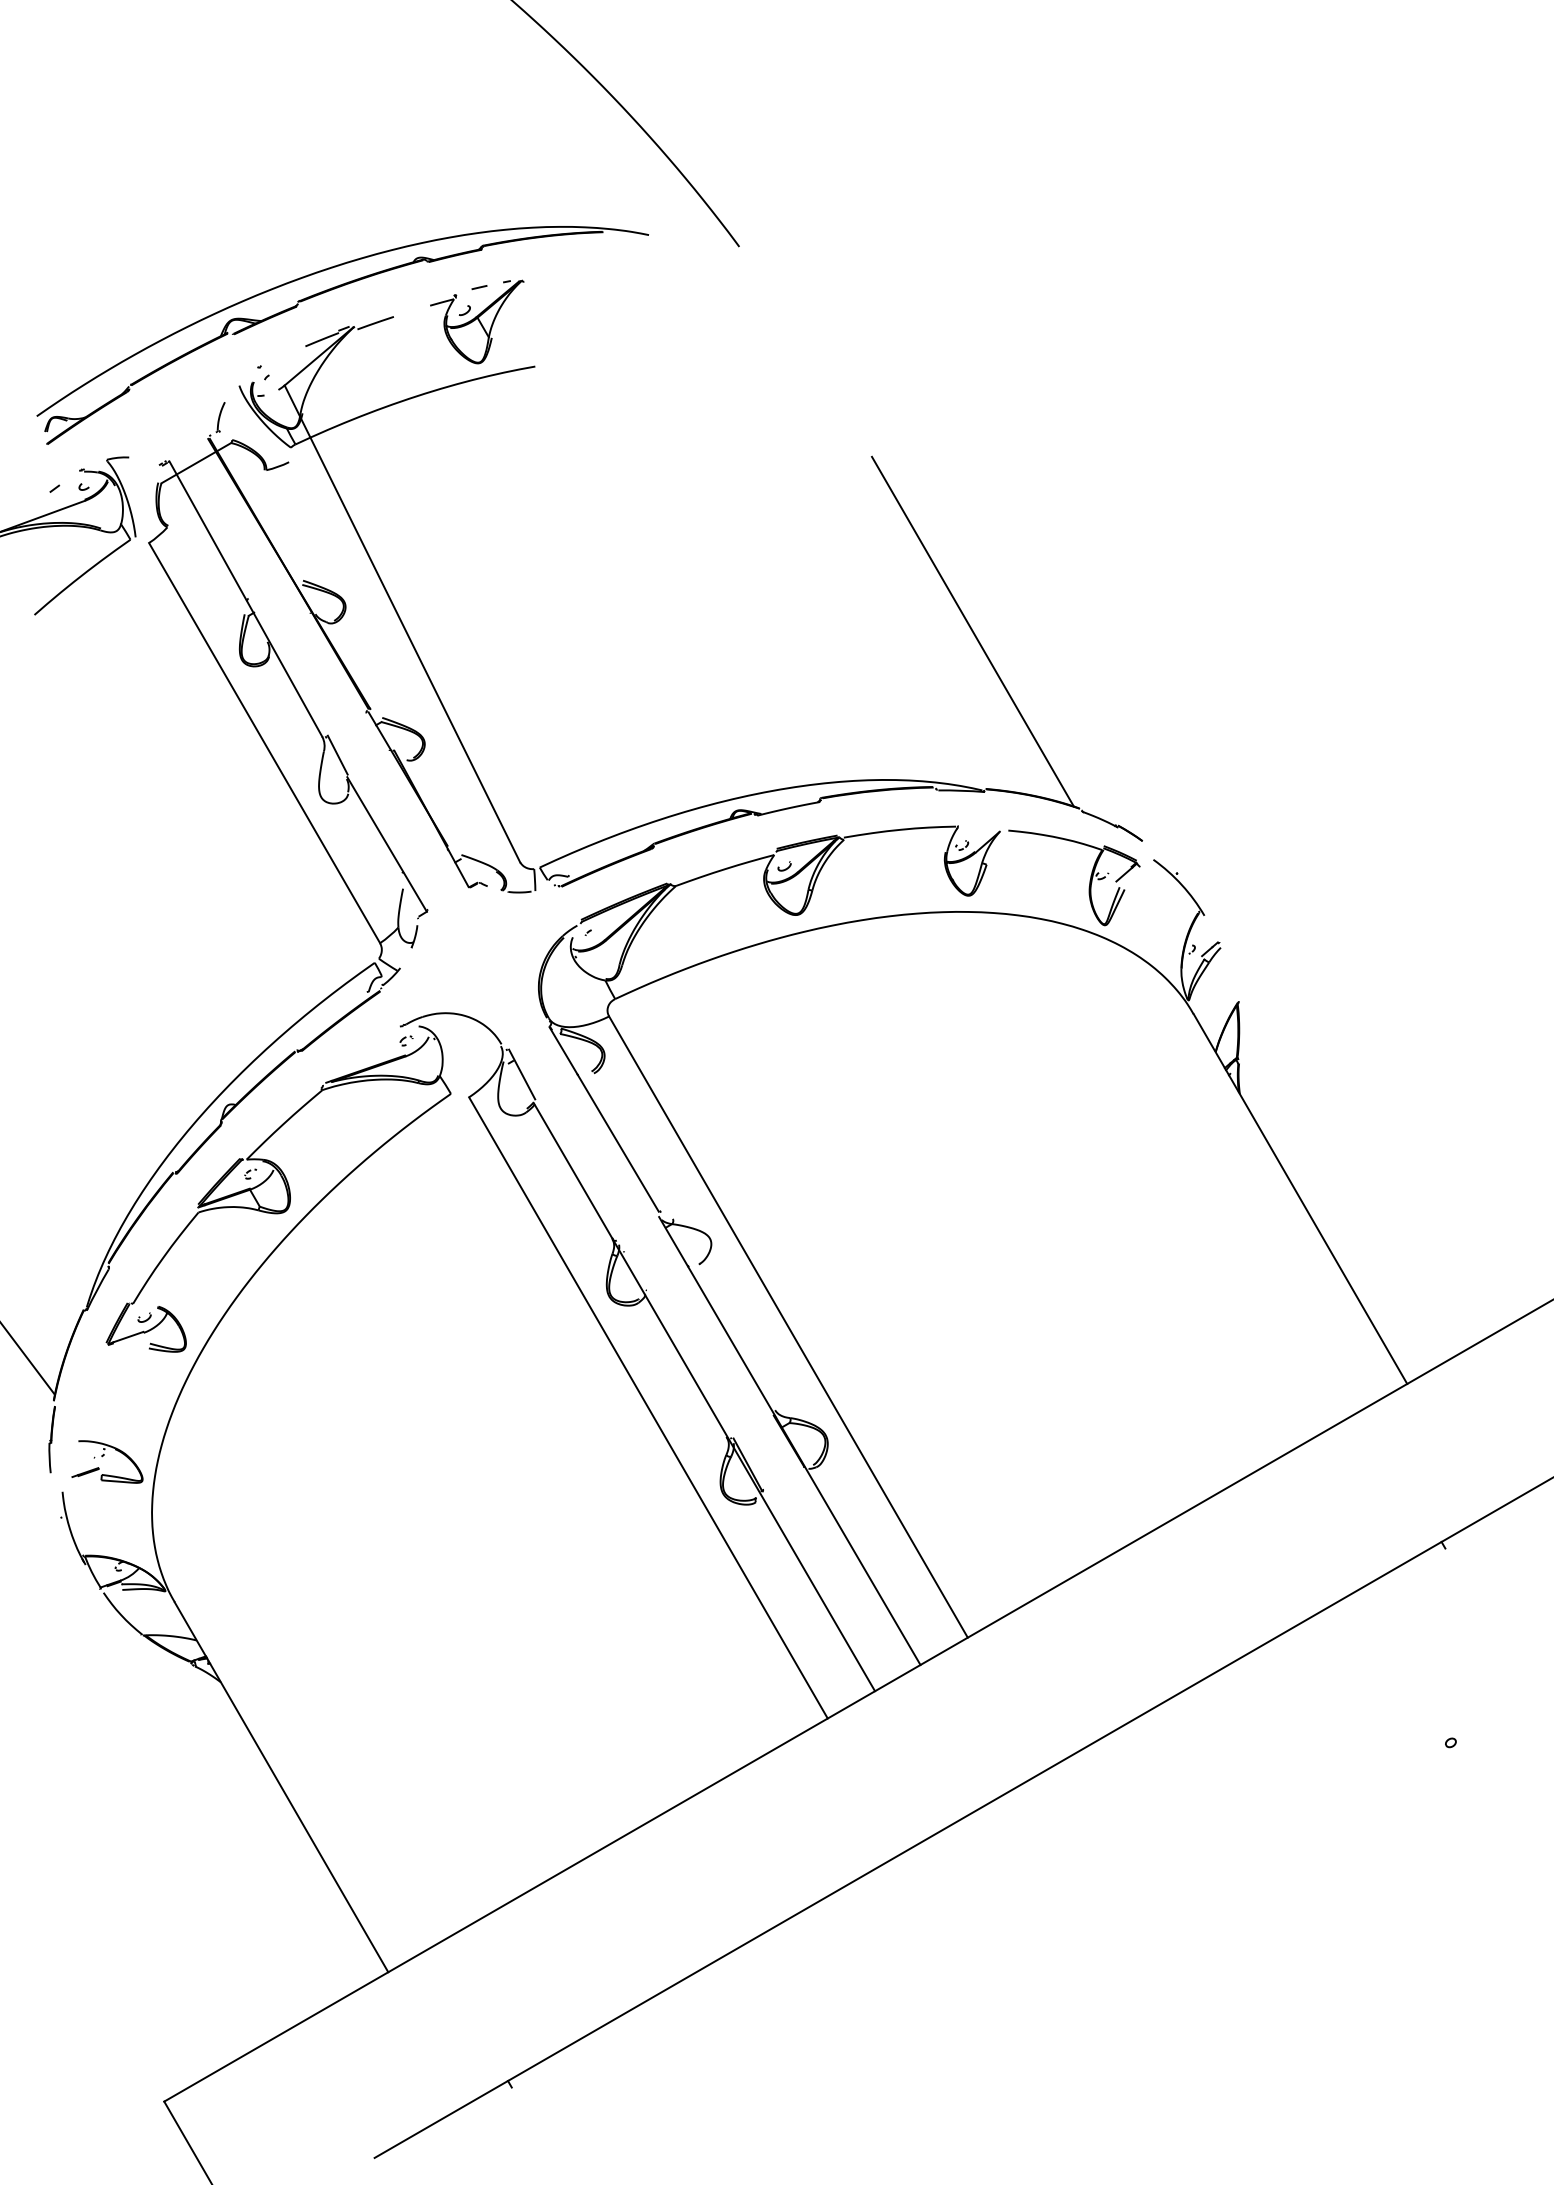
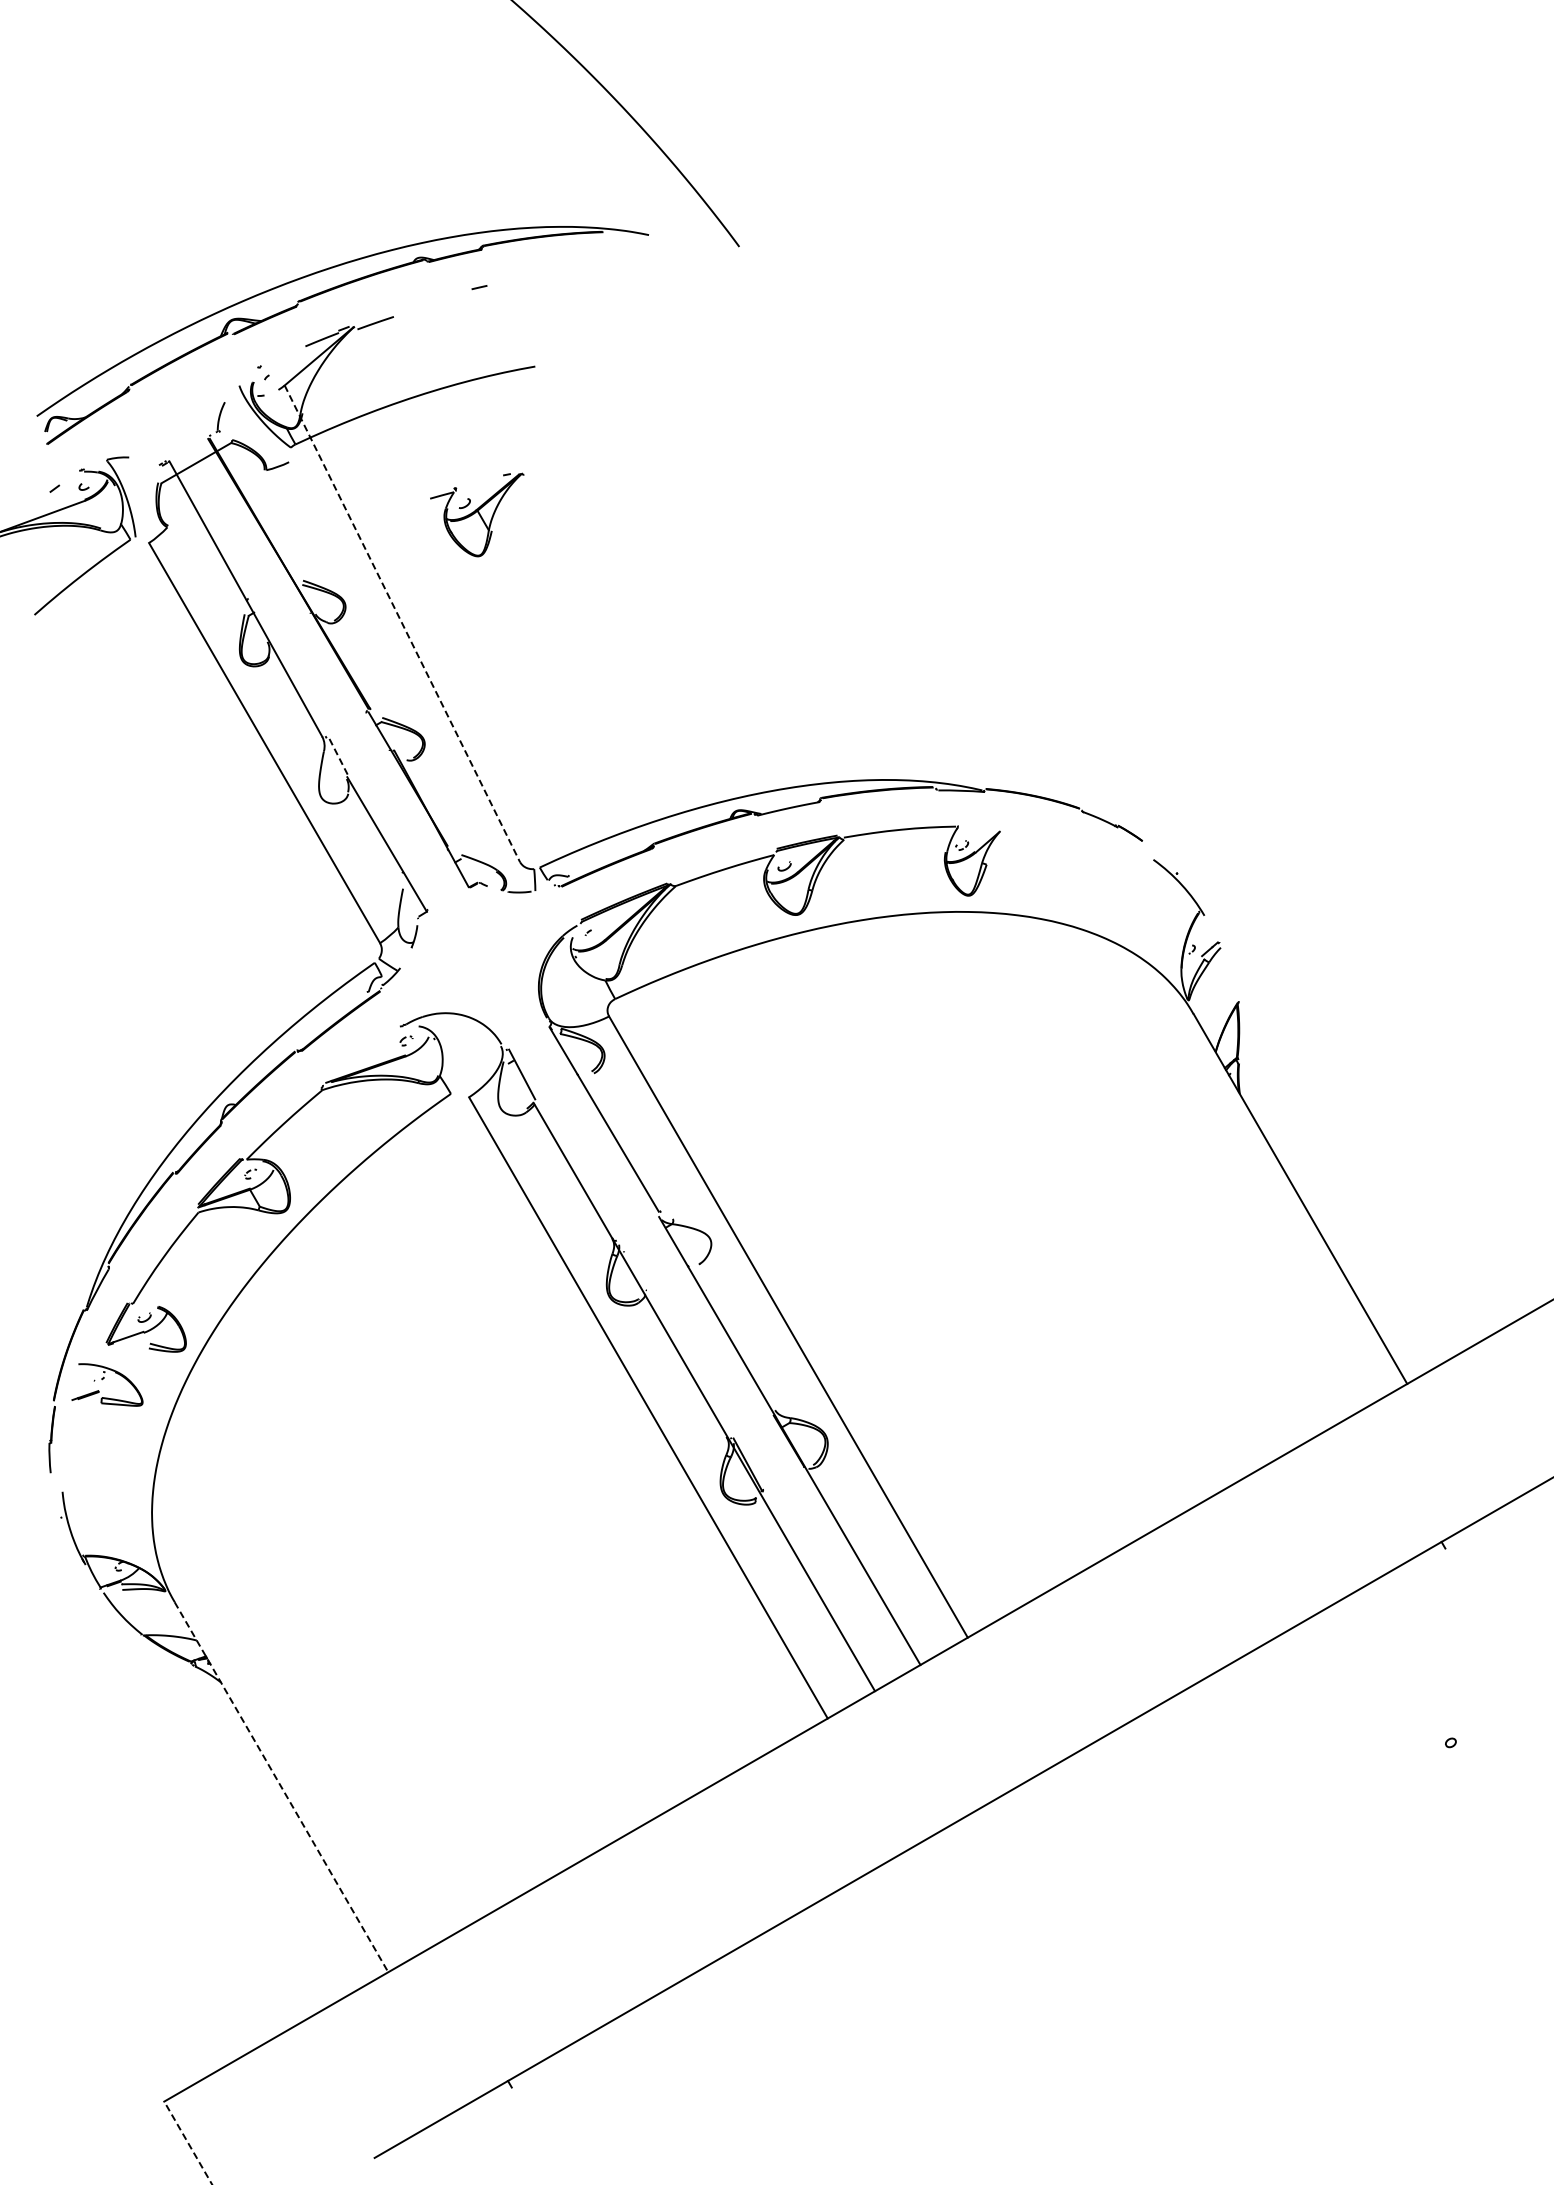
part at (477, 321) position: (477, 321) -> (477, 514)
line at (402, 623): solid -> dashed
line at (972, 631): present -> none
line at (337, 755): solid -> dashed
part at (1089, 880): present -> none
line at (28, 1359): present -> none
part at (103, 1456) position: (103, 1456) -> (103, 1379)
line at (281, 1787): solid -> dashed
line at (188, 2143): solid -> dashed
